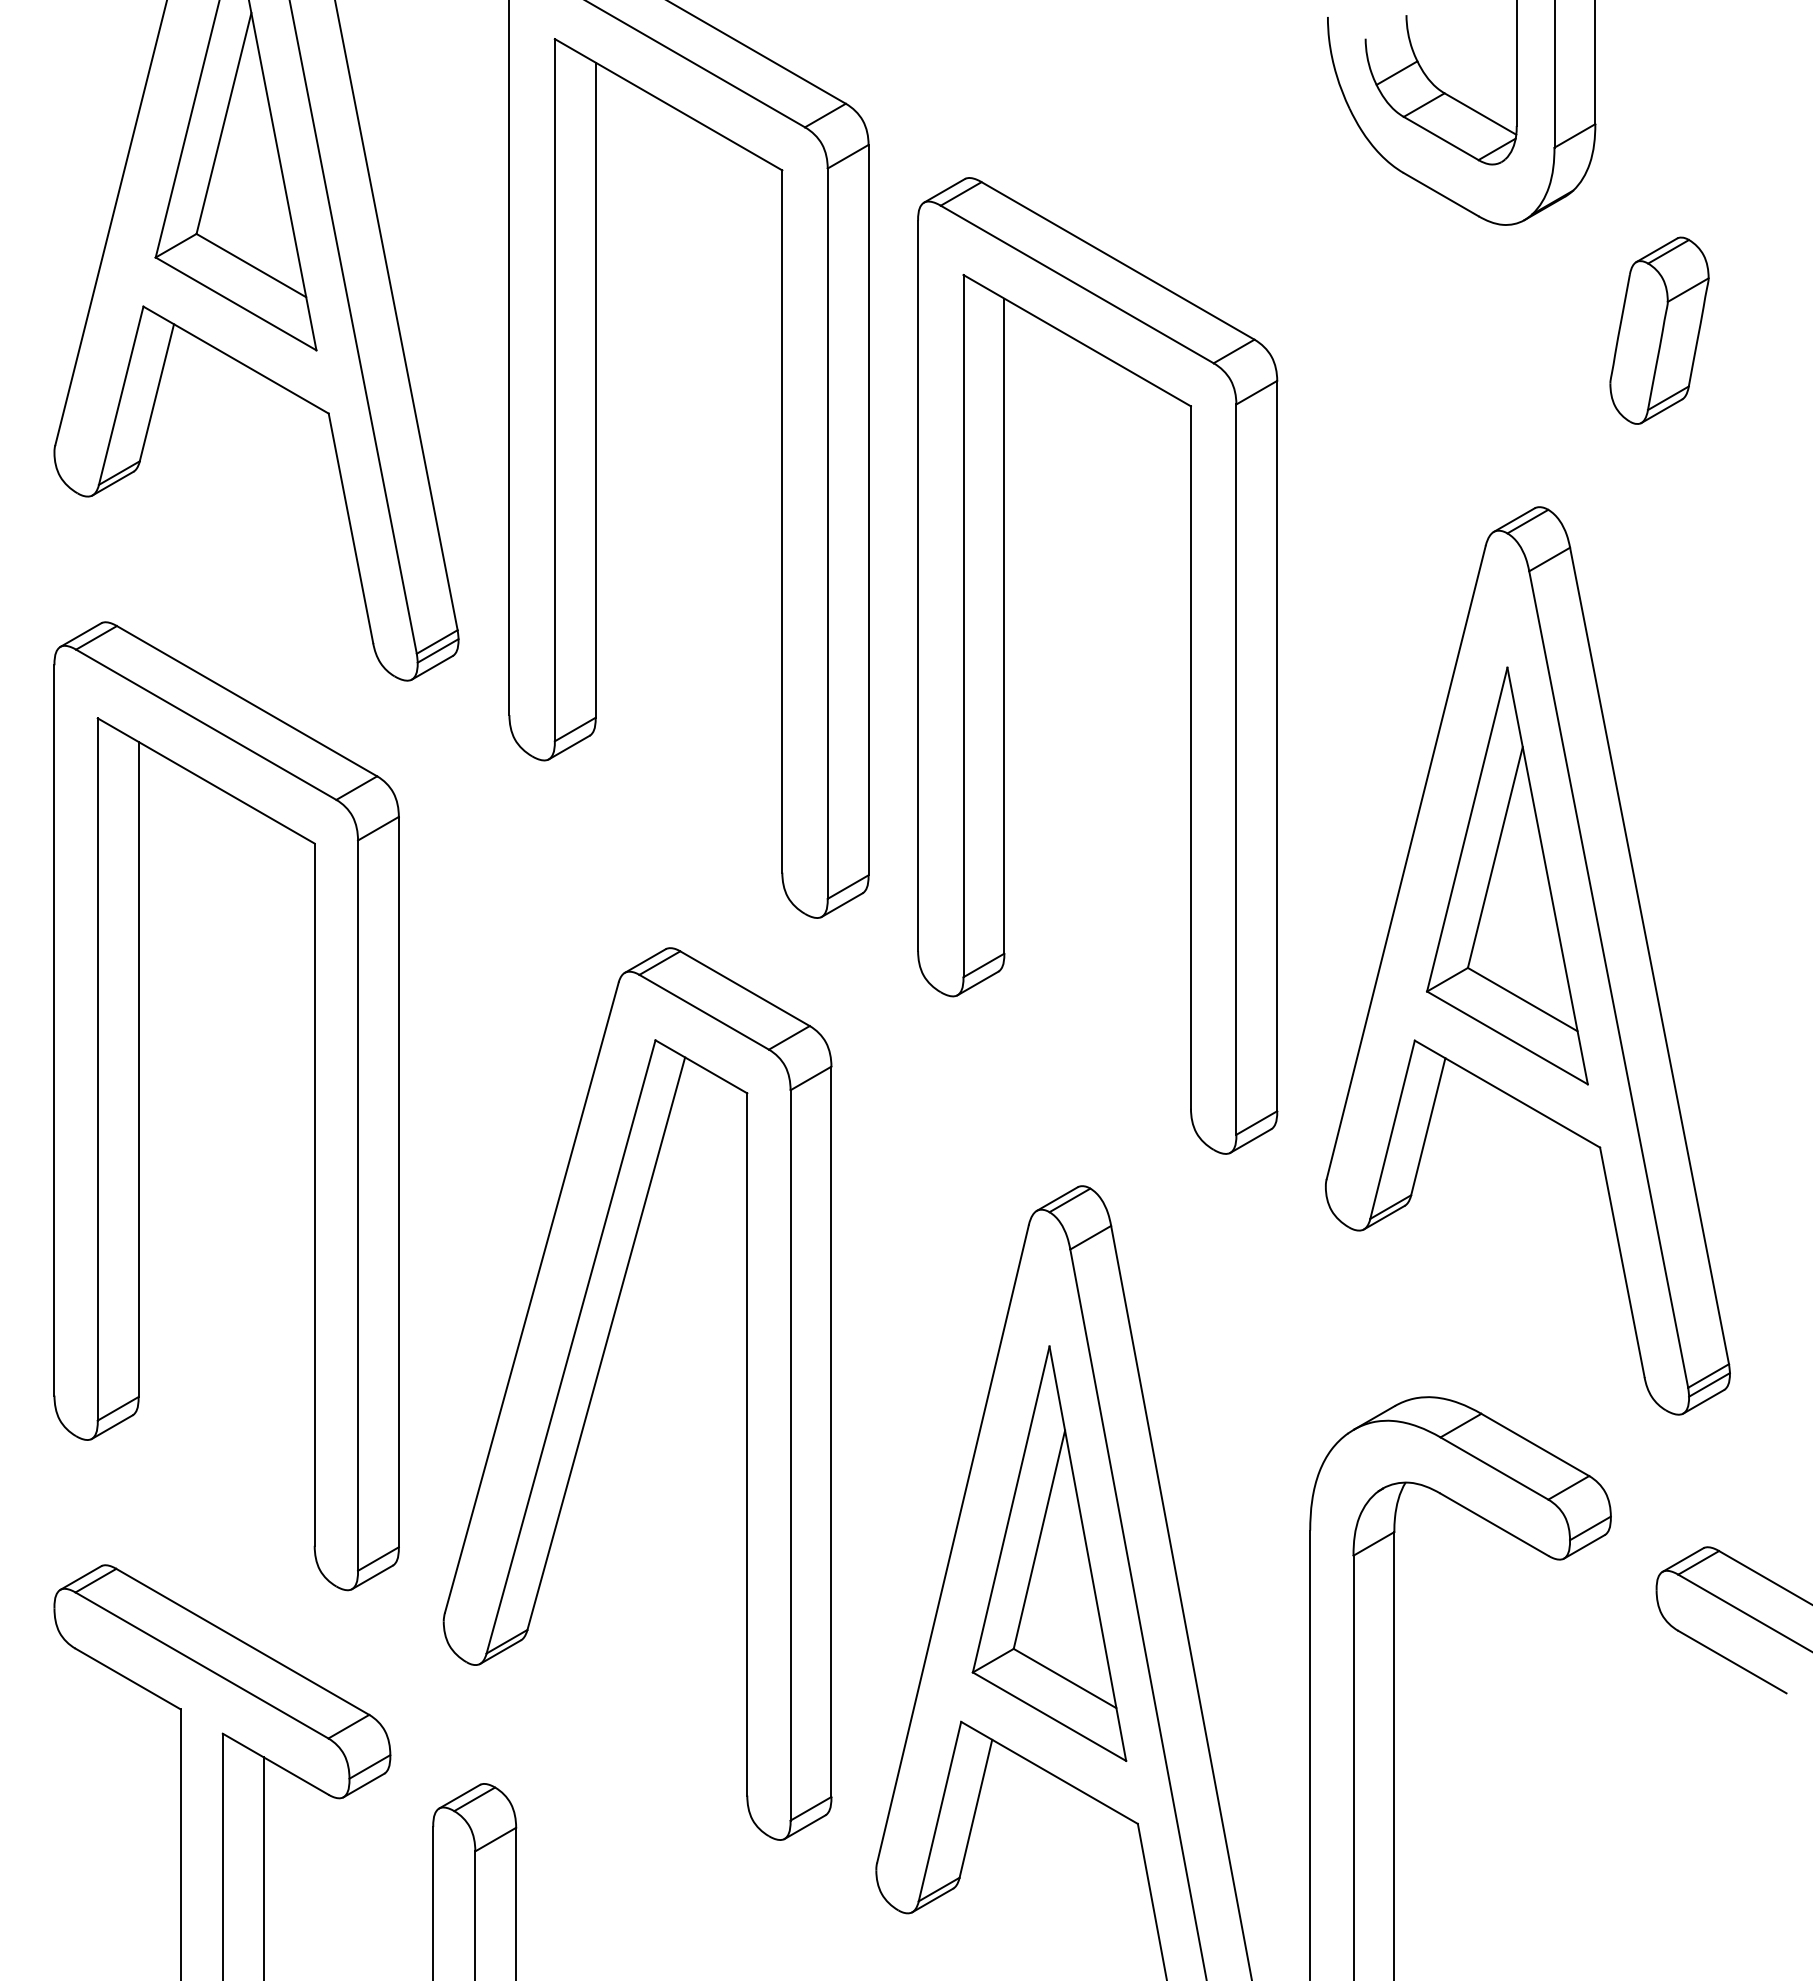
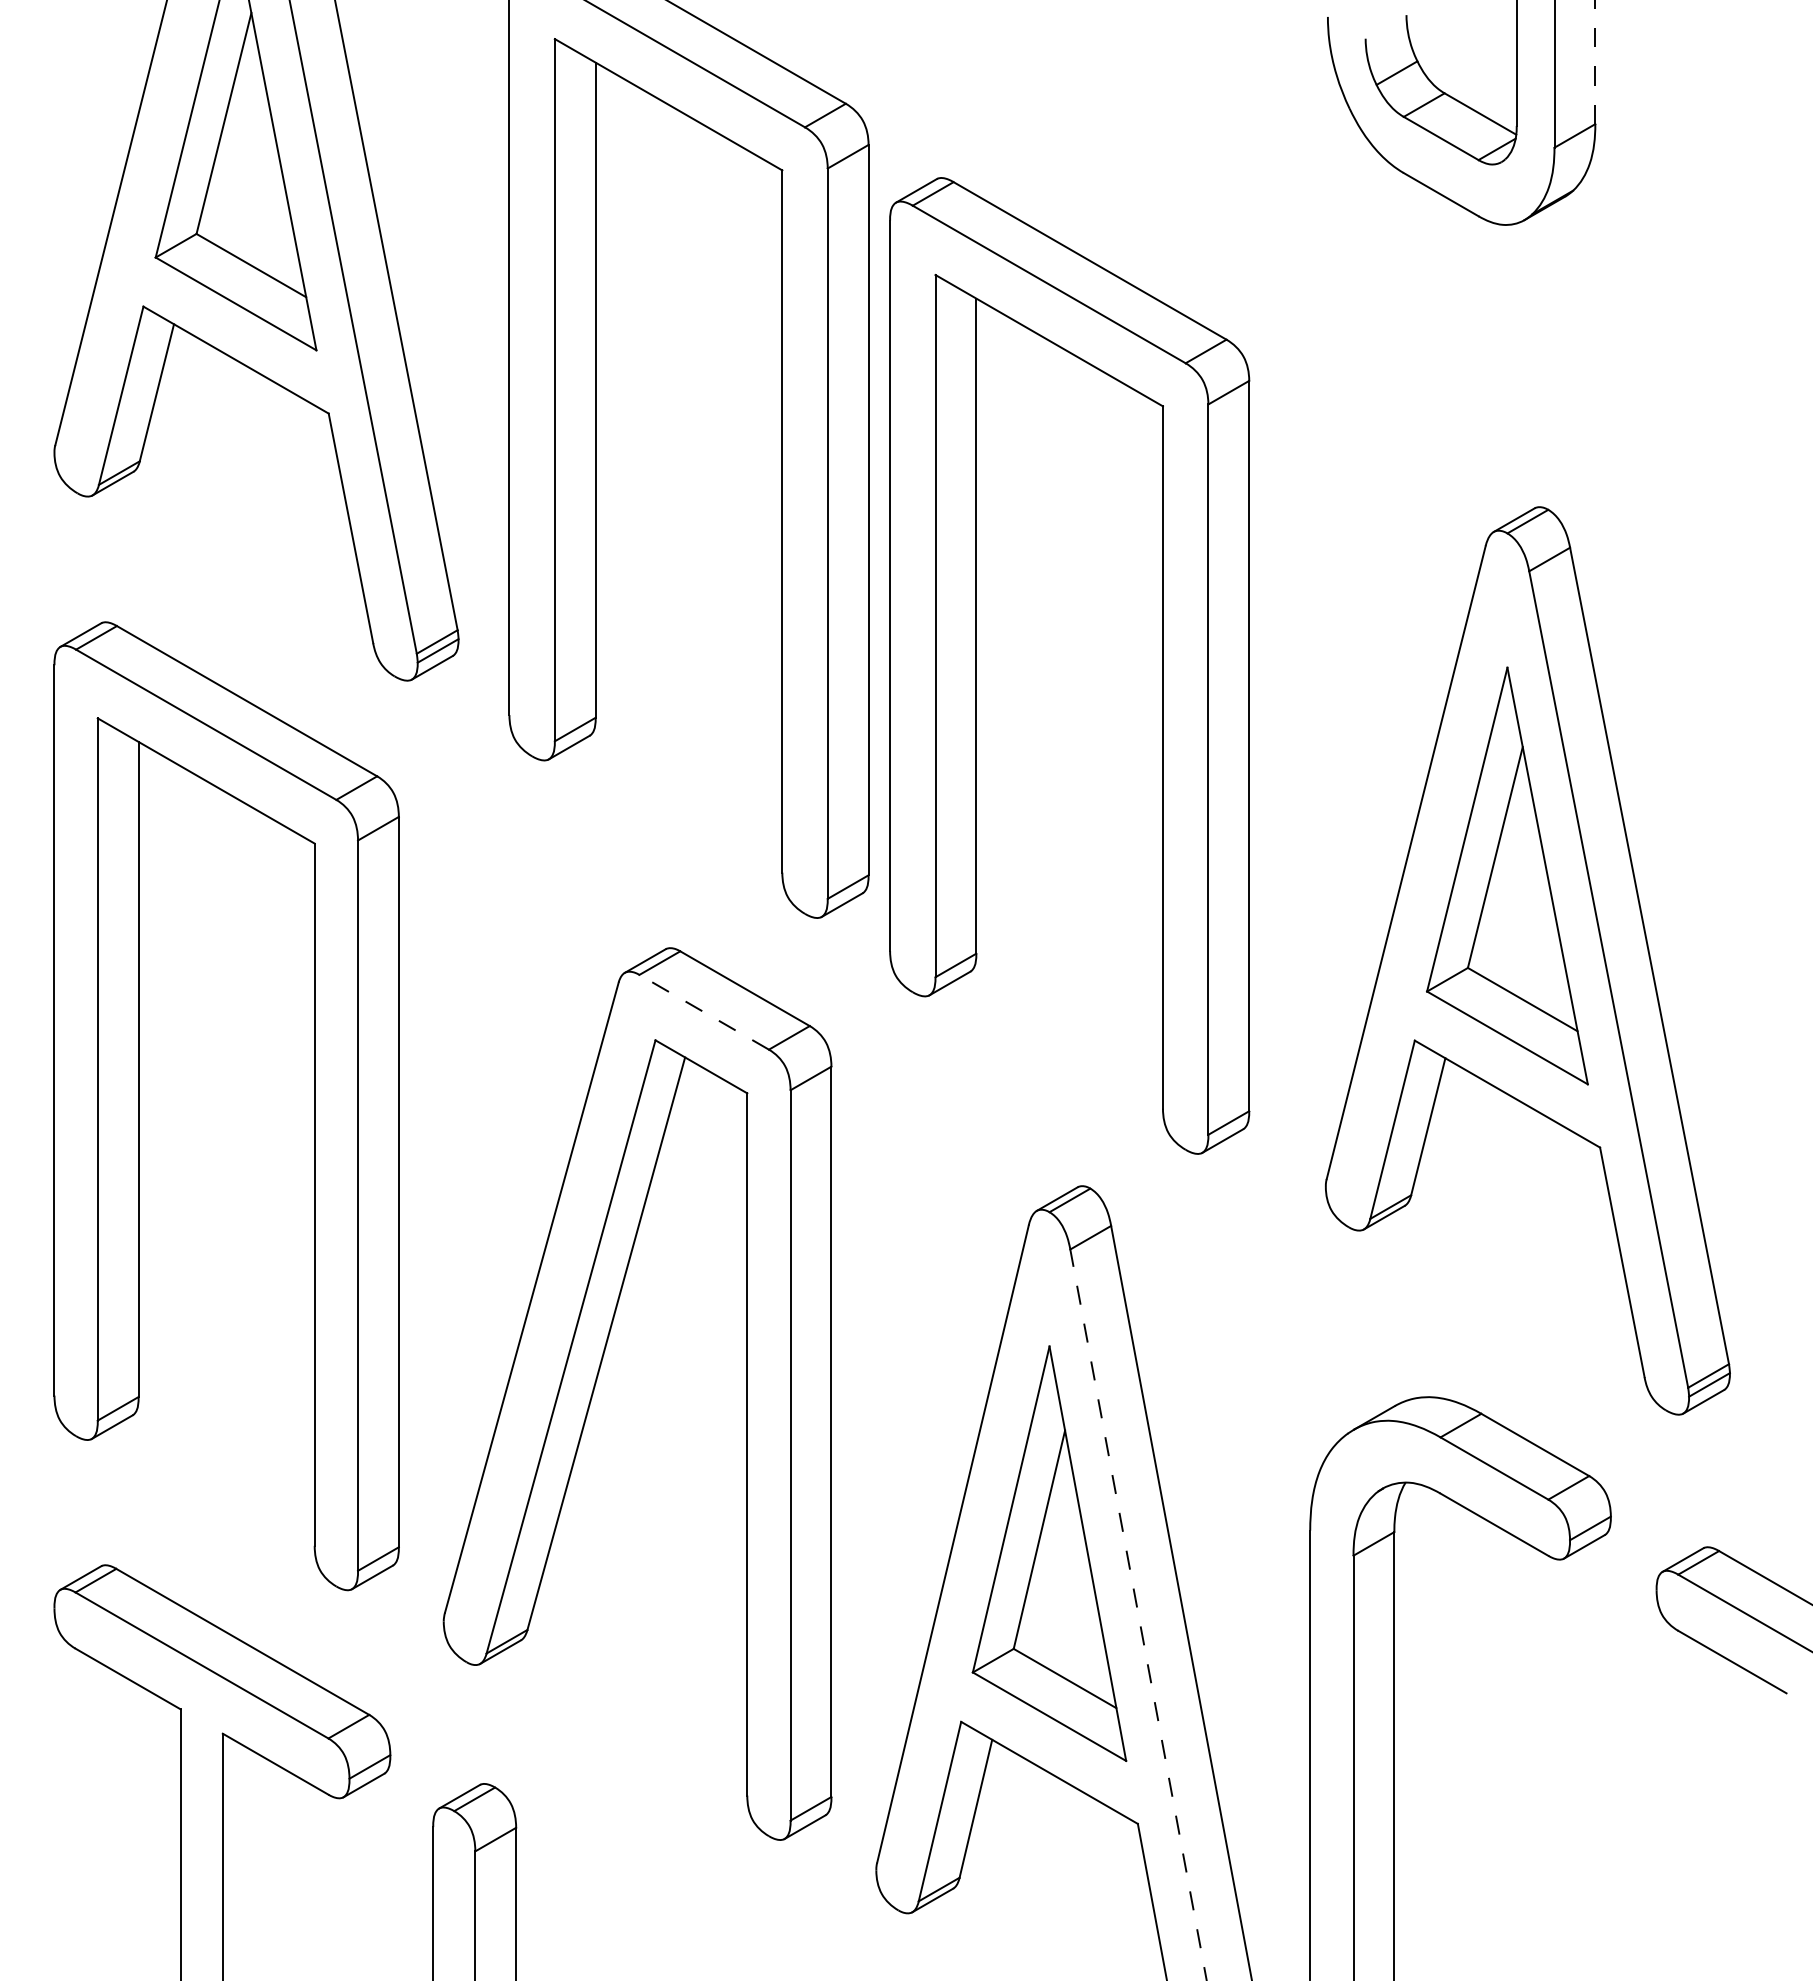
line at (1595, 62): solid -> dashed
part at (1659, 330): present -> none
part at (1004, 665) position: (1004, 665) -> (976, 665)
line at (704, 1012): solid -> dashed
line at (1138, 1614): solid -> dashed
line at (263, 1867): present -> none
